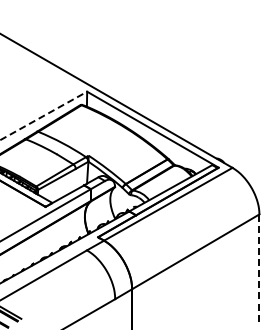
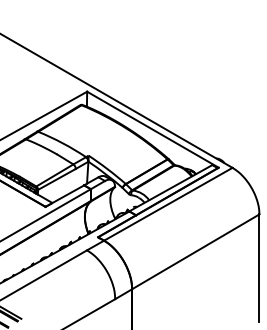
line at (43, 116): dashed -> solid
line at (259, 267): dashed -> solid
